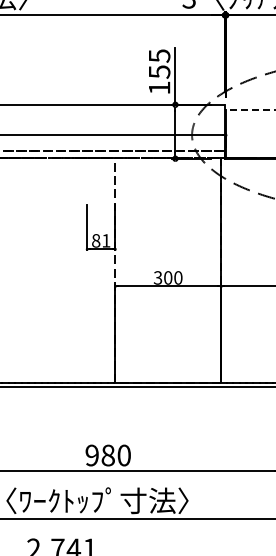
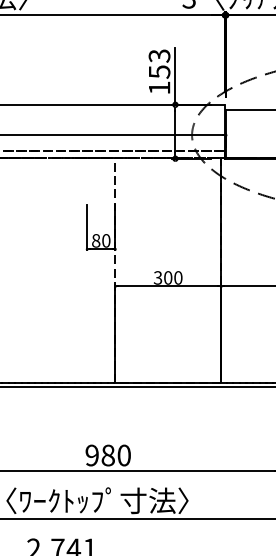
text at (158, 55): 155 -> 153
line at (251, 109): dashed -> solid
text at (106, 240): 81 -> 80
